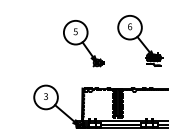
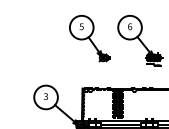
part at (83, 43) position: (83, 43) -> (89, 38)
